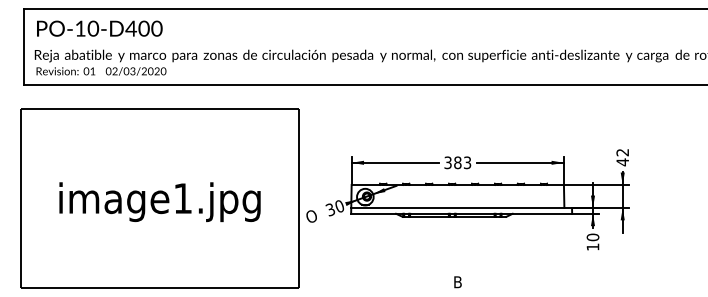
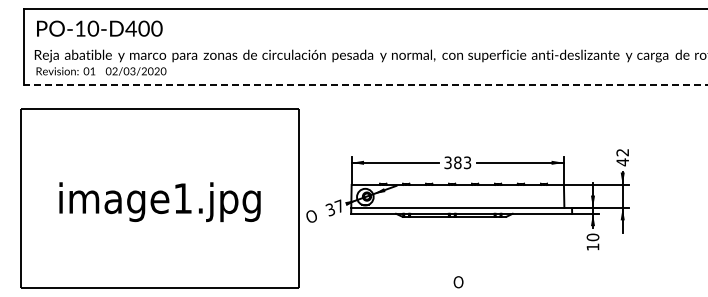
line at (366, 84): solid -> dashed
text at (339, 205): 30 -> 37
text at (458, 282): B -> O
